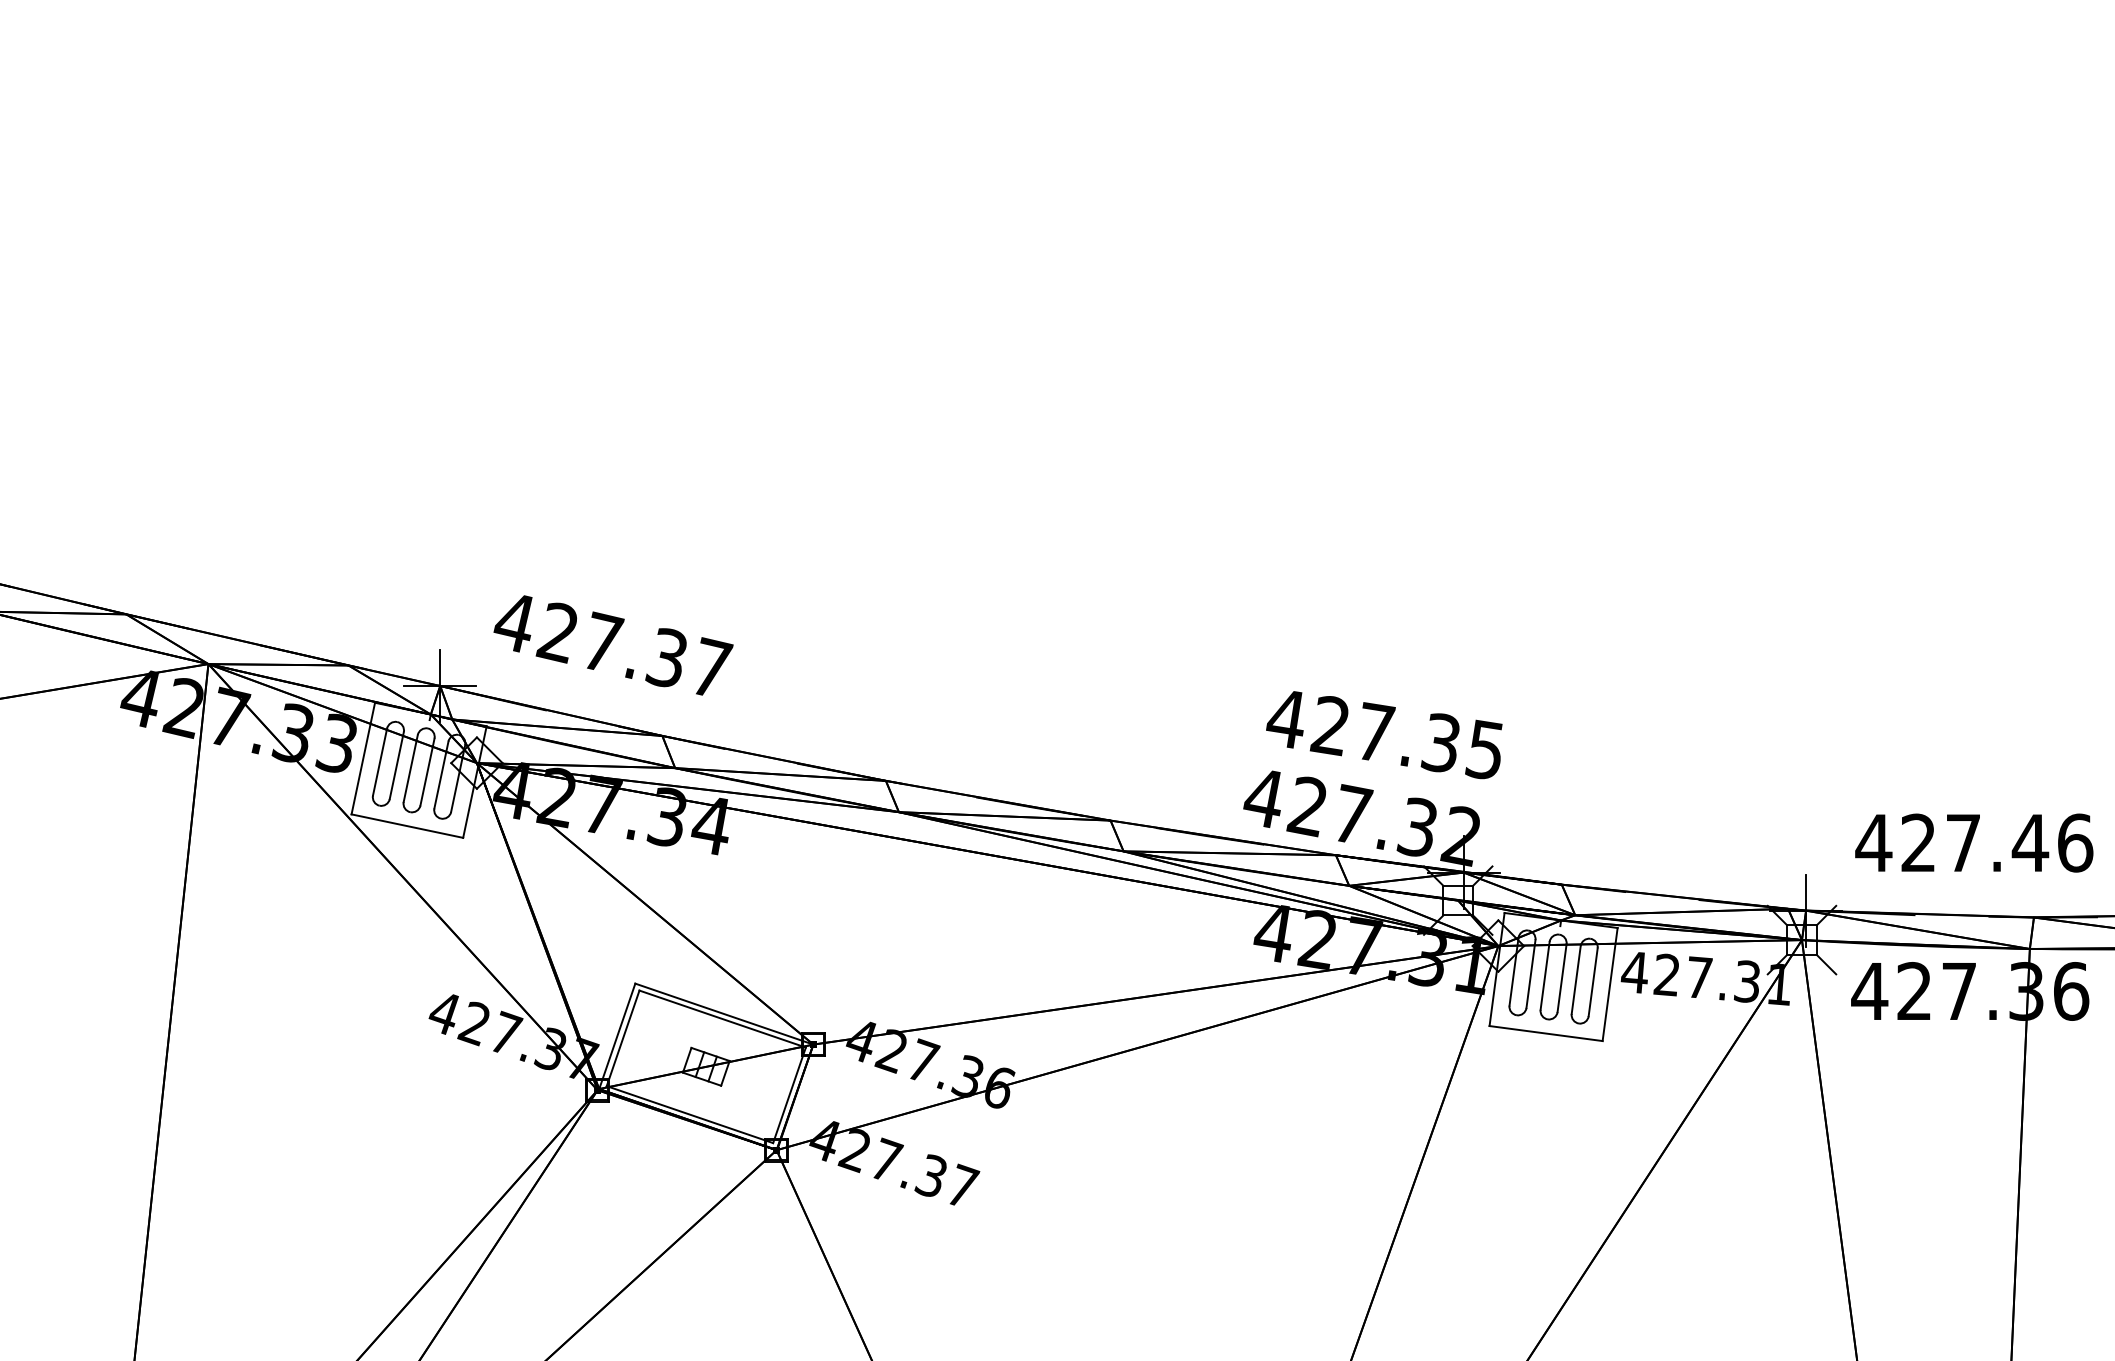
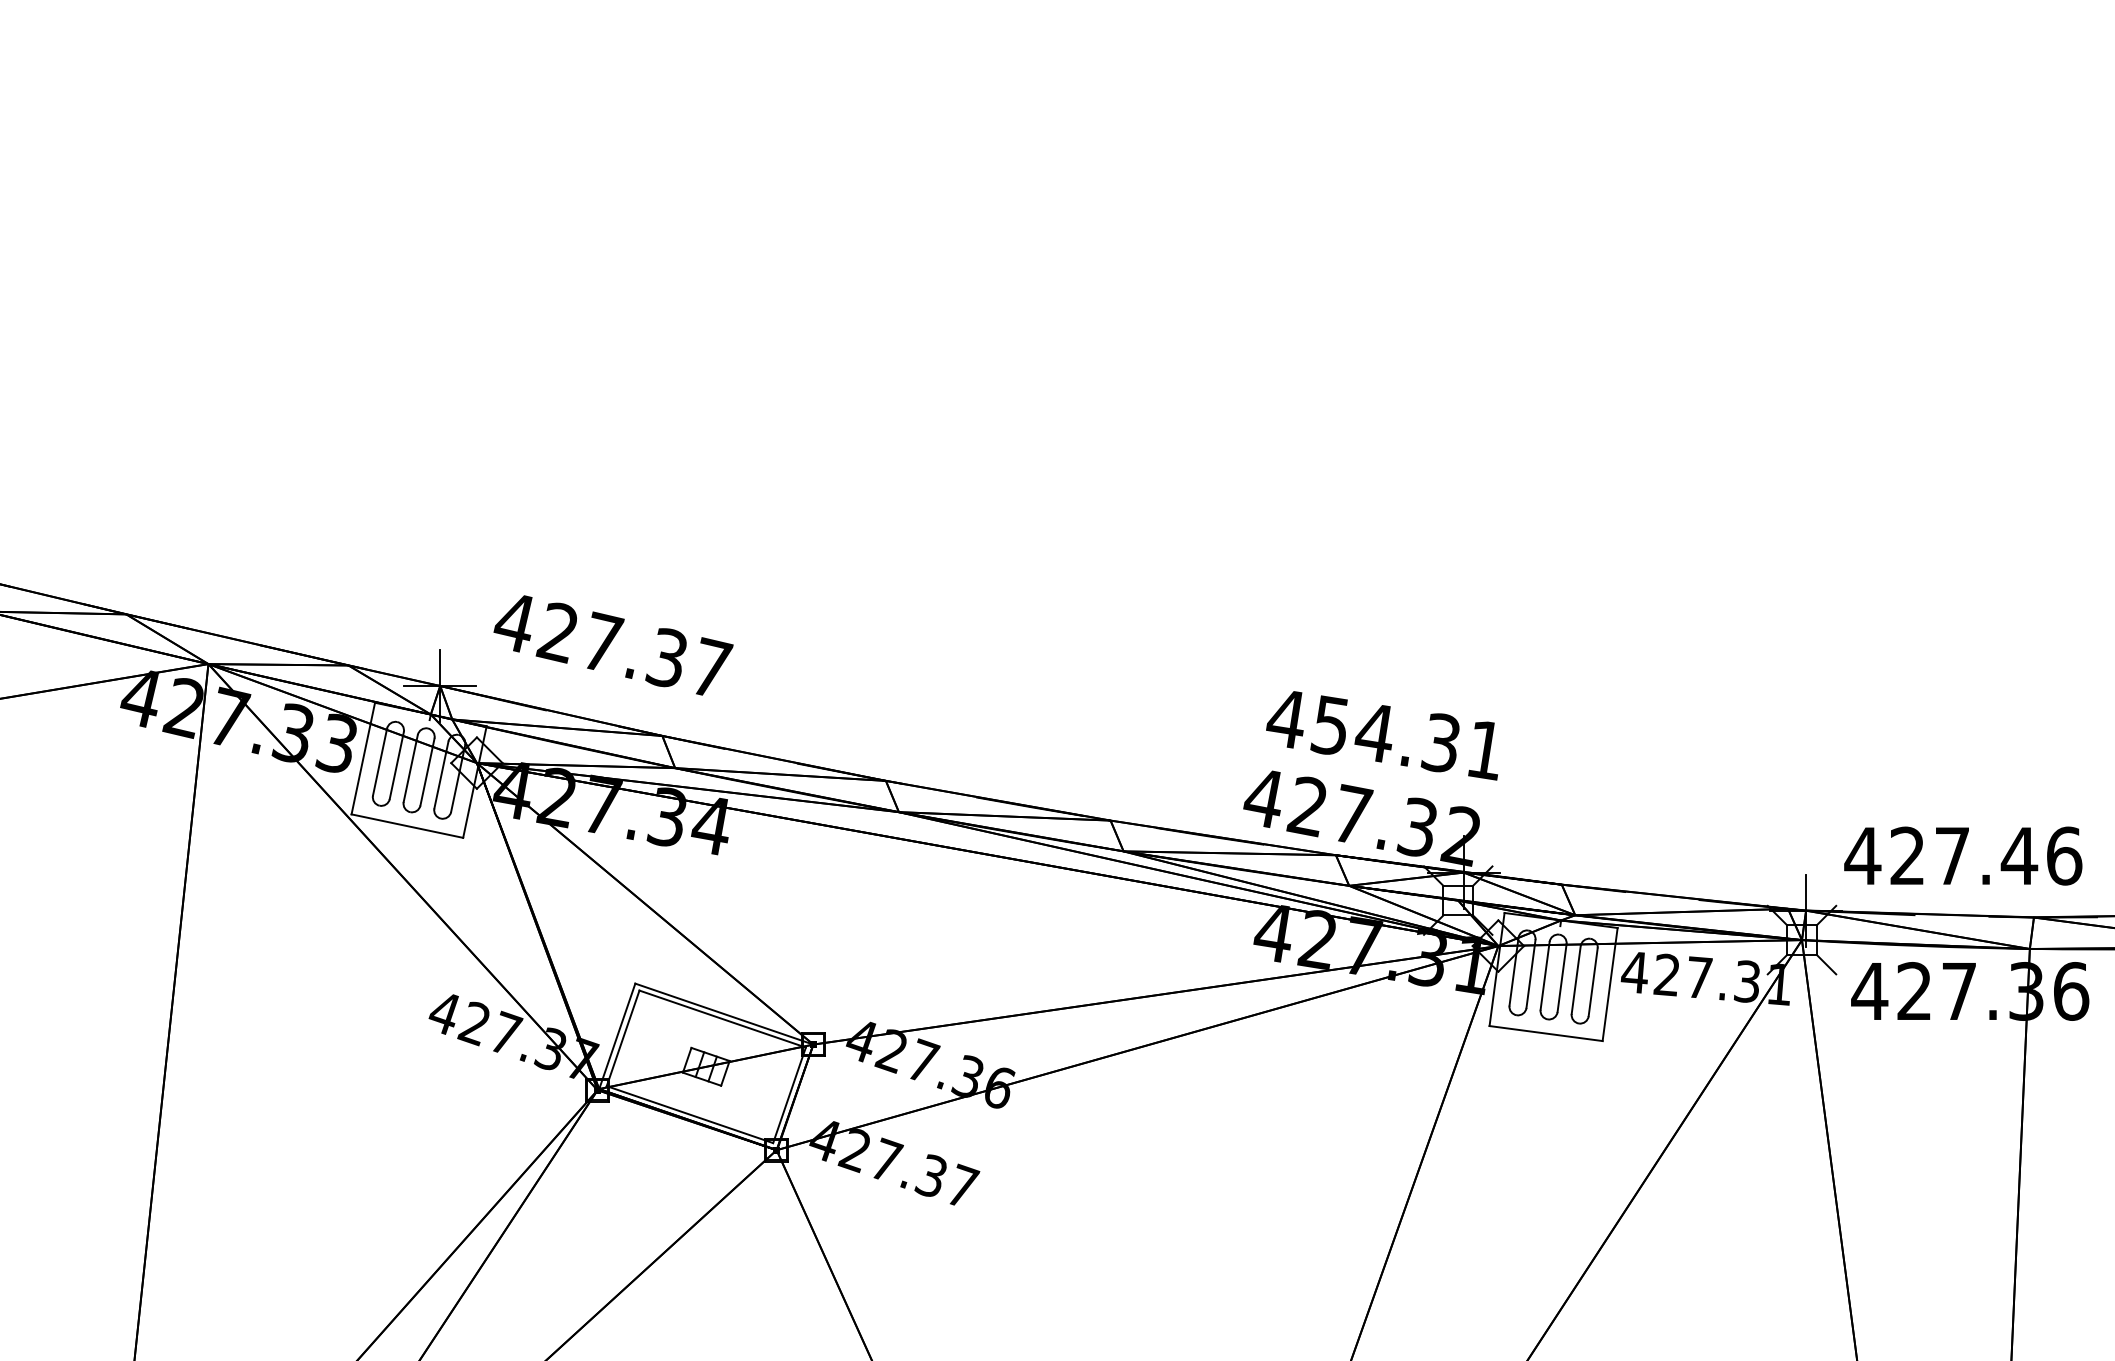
text at (1405, 737): 427.35 -> 454.31
text at (1974, 842) position: (1974, 842) -> (1963, 855)
